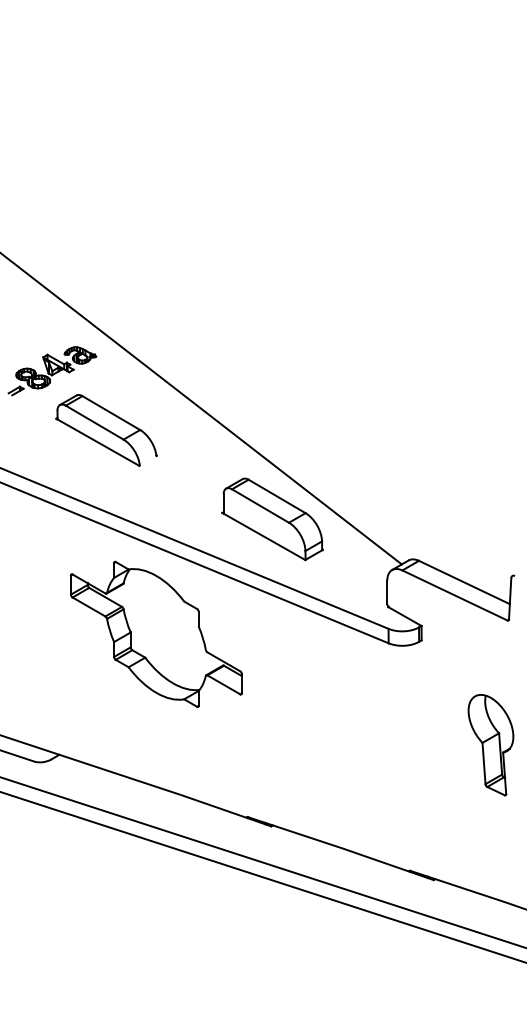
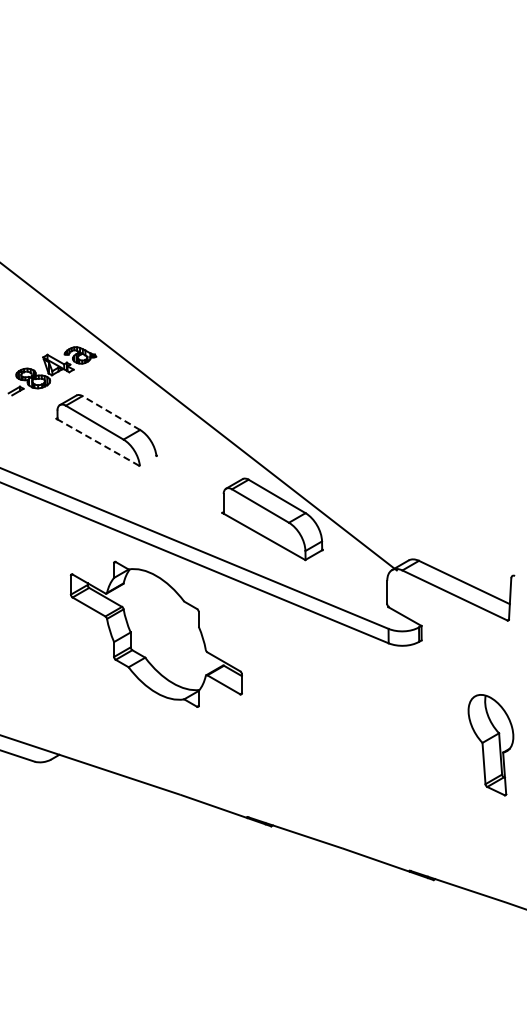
line at (201, 409) position: (201, 409) -> (199, 417)
line at (110, 412): solid -> dashed
line at (97, 442): solid -> dashed
line at (262, 862): present -> none
line at (262, 876): present -> none
